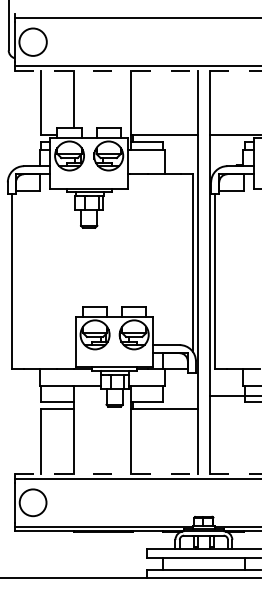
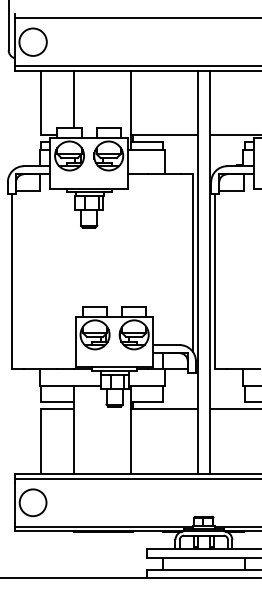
line at (138, 70): dashed -> solid
line at (233, 395) position: (233, 395) -> (233, 408)
line at (138, 474): dashed -> solid
